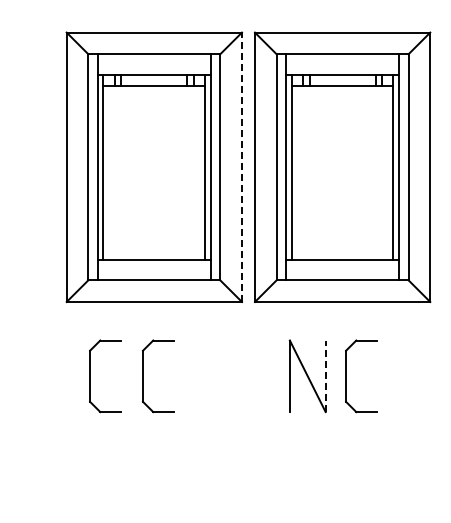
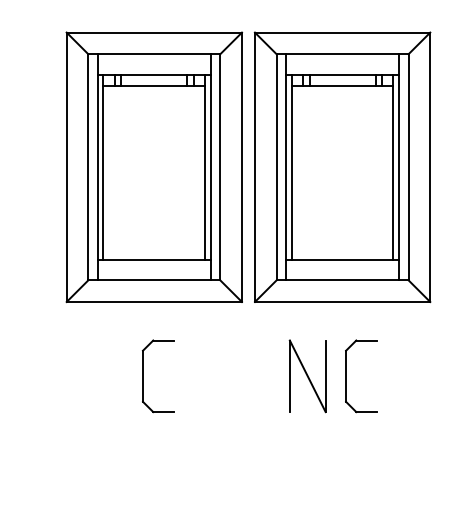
line at (241, 167): dashed -> solid
part at (90, 376): present -> none
line at (325, 376): dashed -> solid
